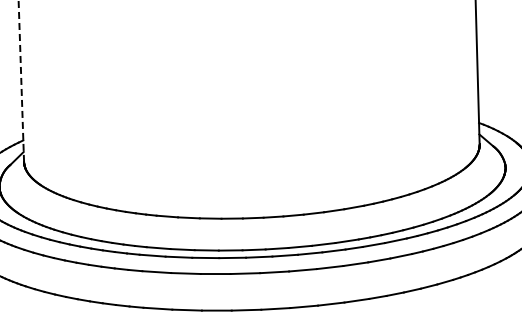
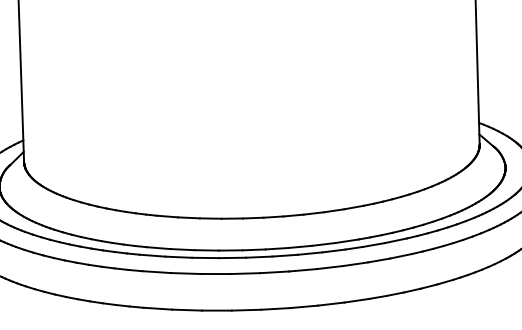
line at (21, 80): dashed -> solid
